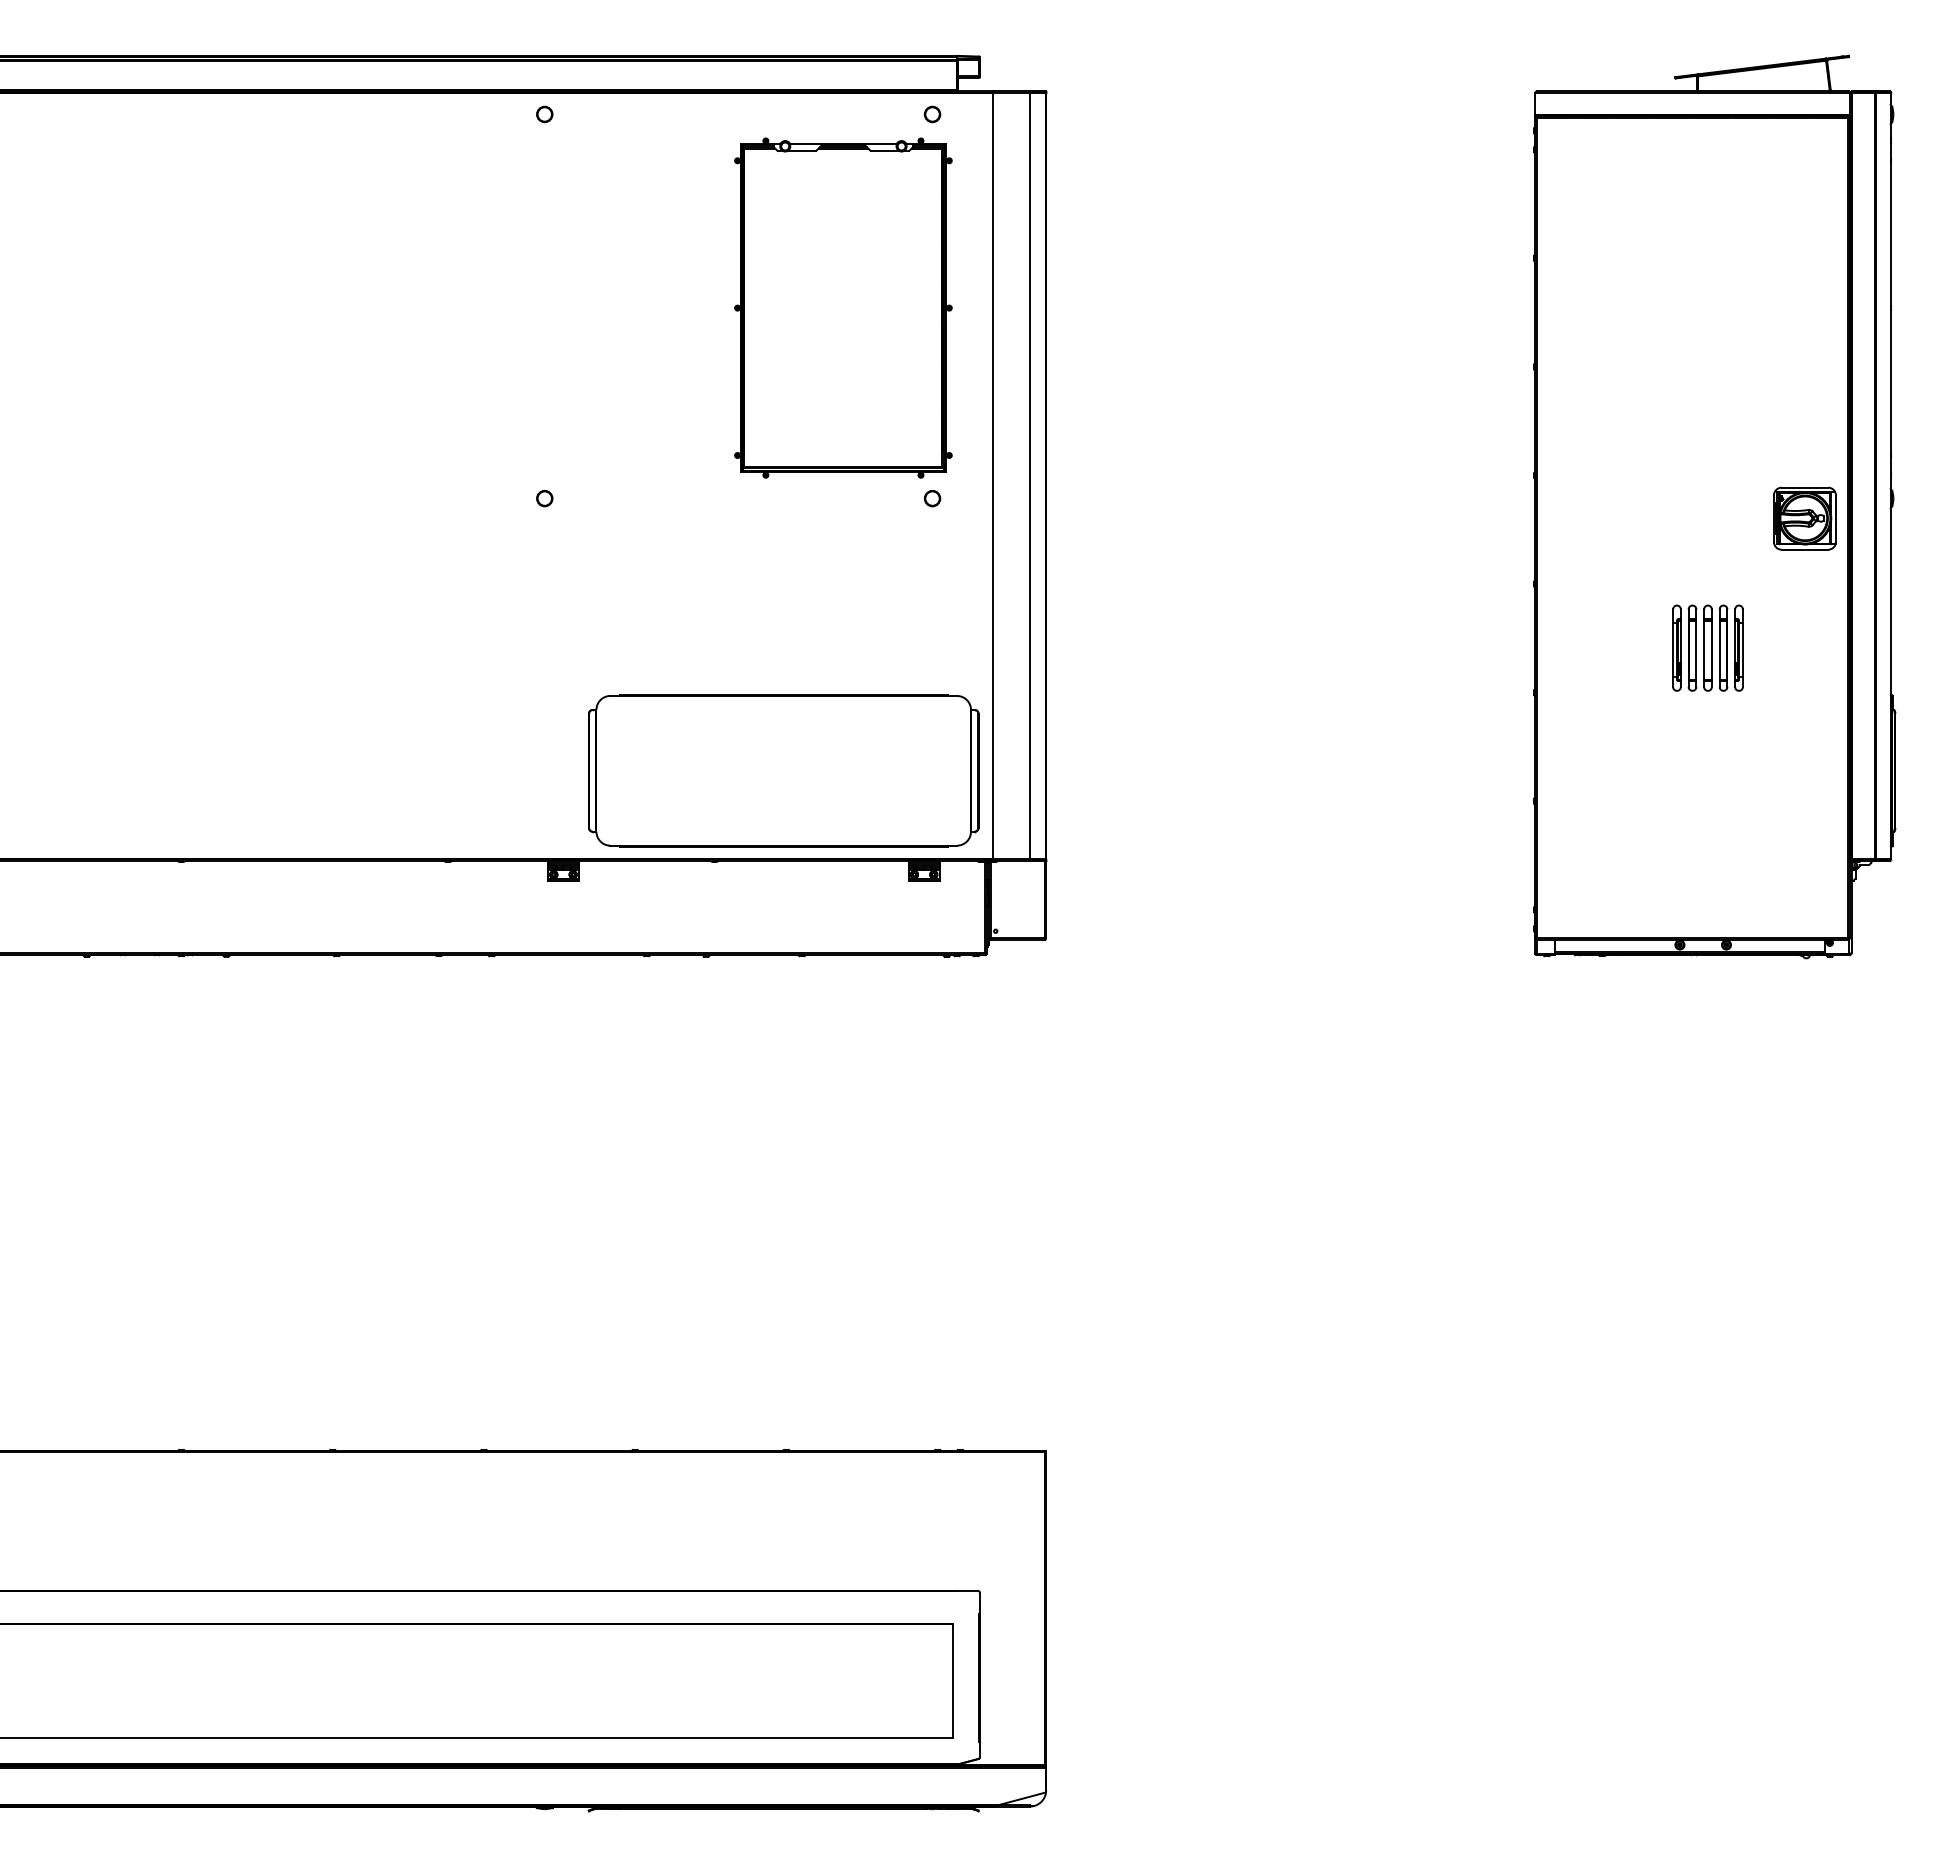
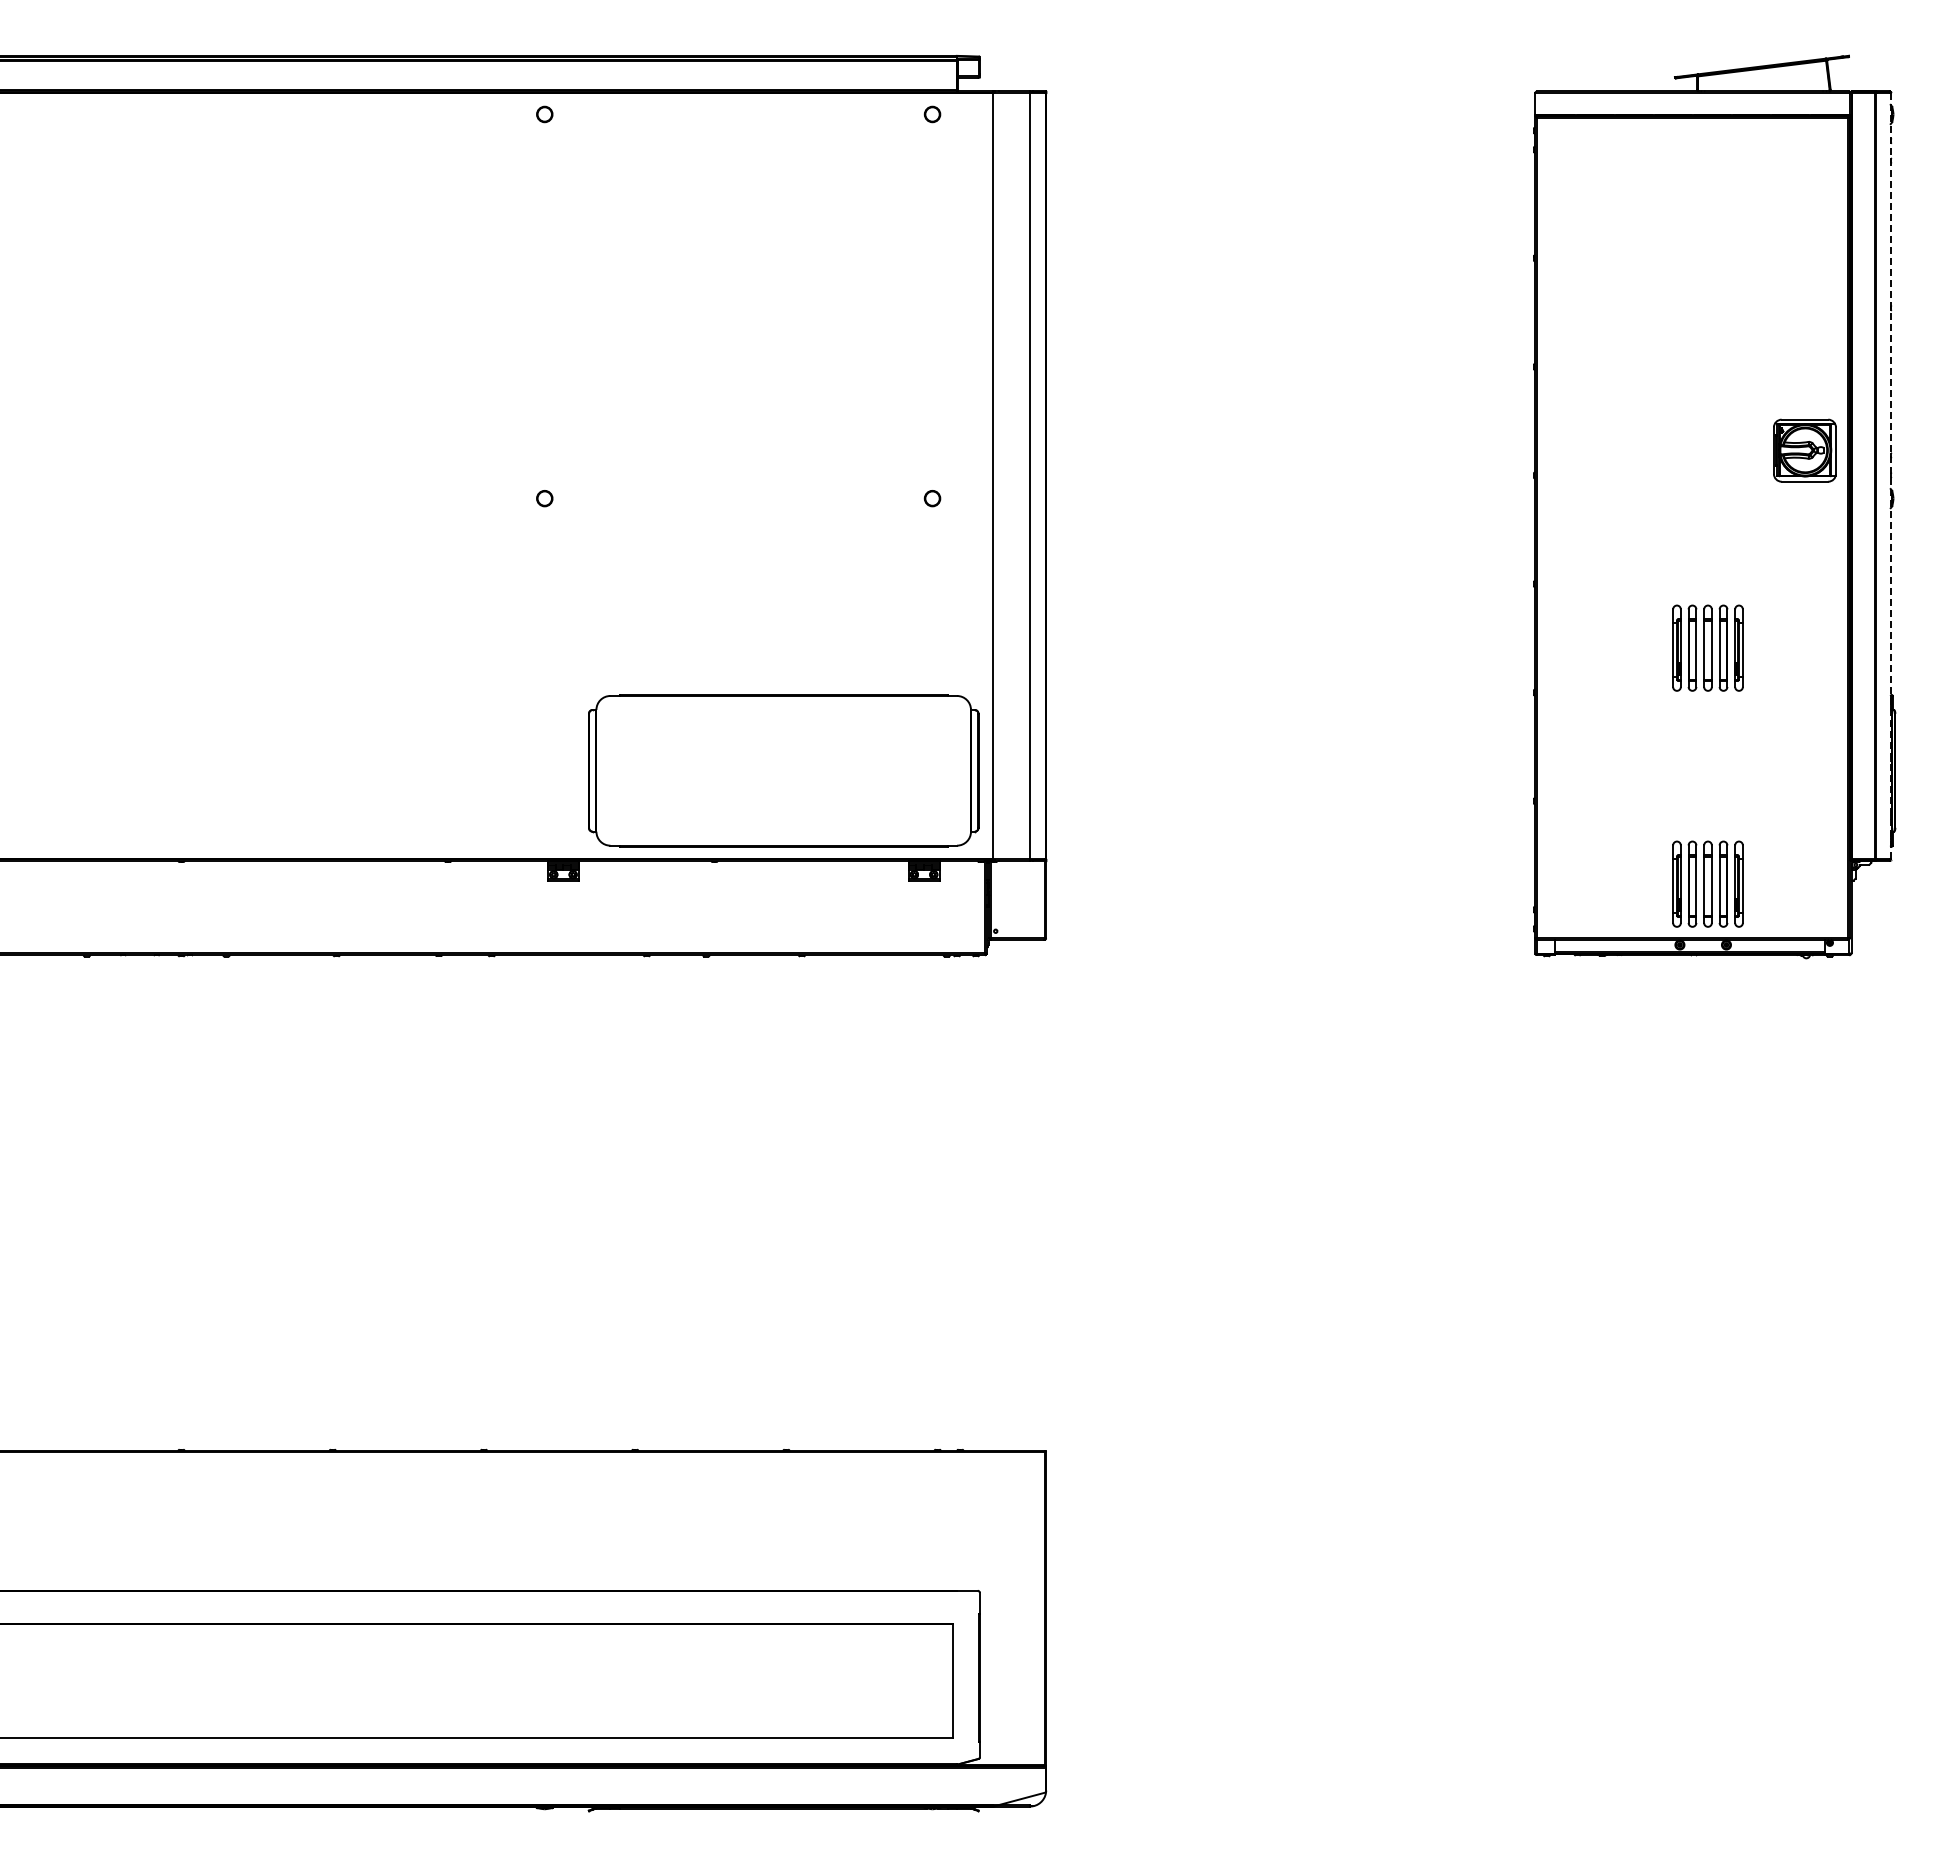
part at (843, 307): present -> none
line at (1890, 476): solid -> dashed
part at (1804, 518) position: (1804, 518) -> (1804, 450)
part at (1707, 883): none -> present
